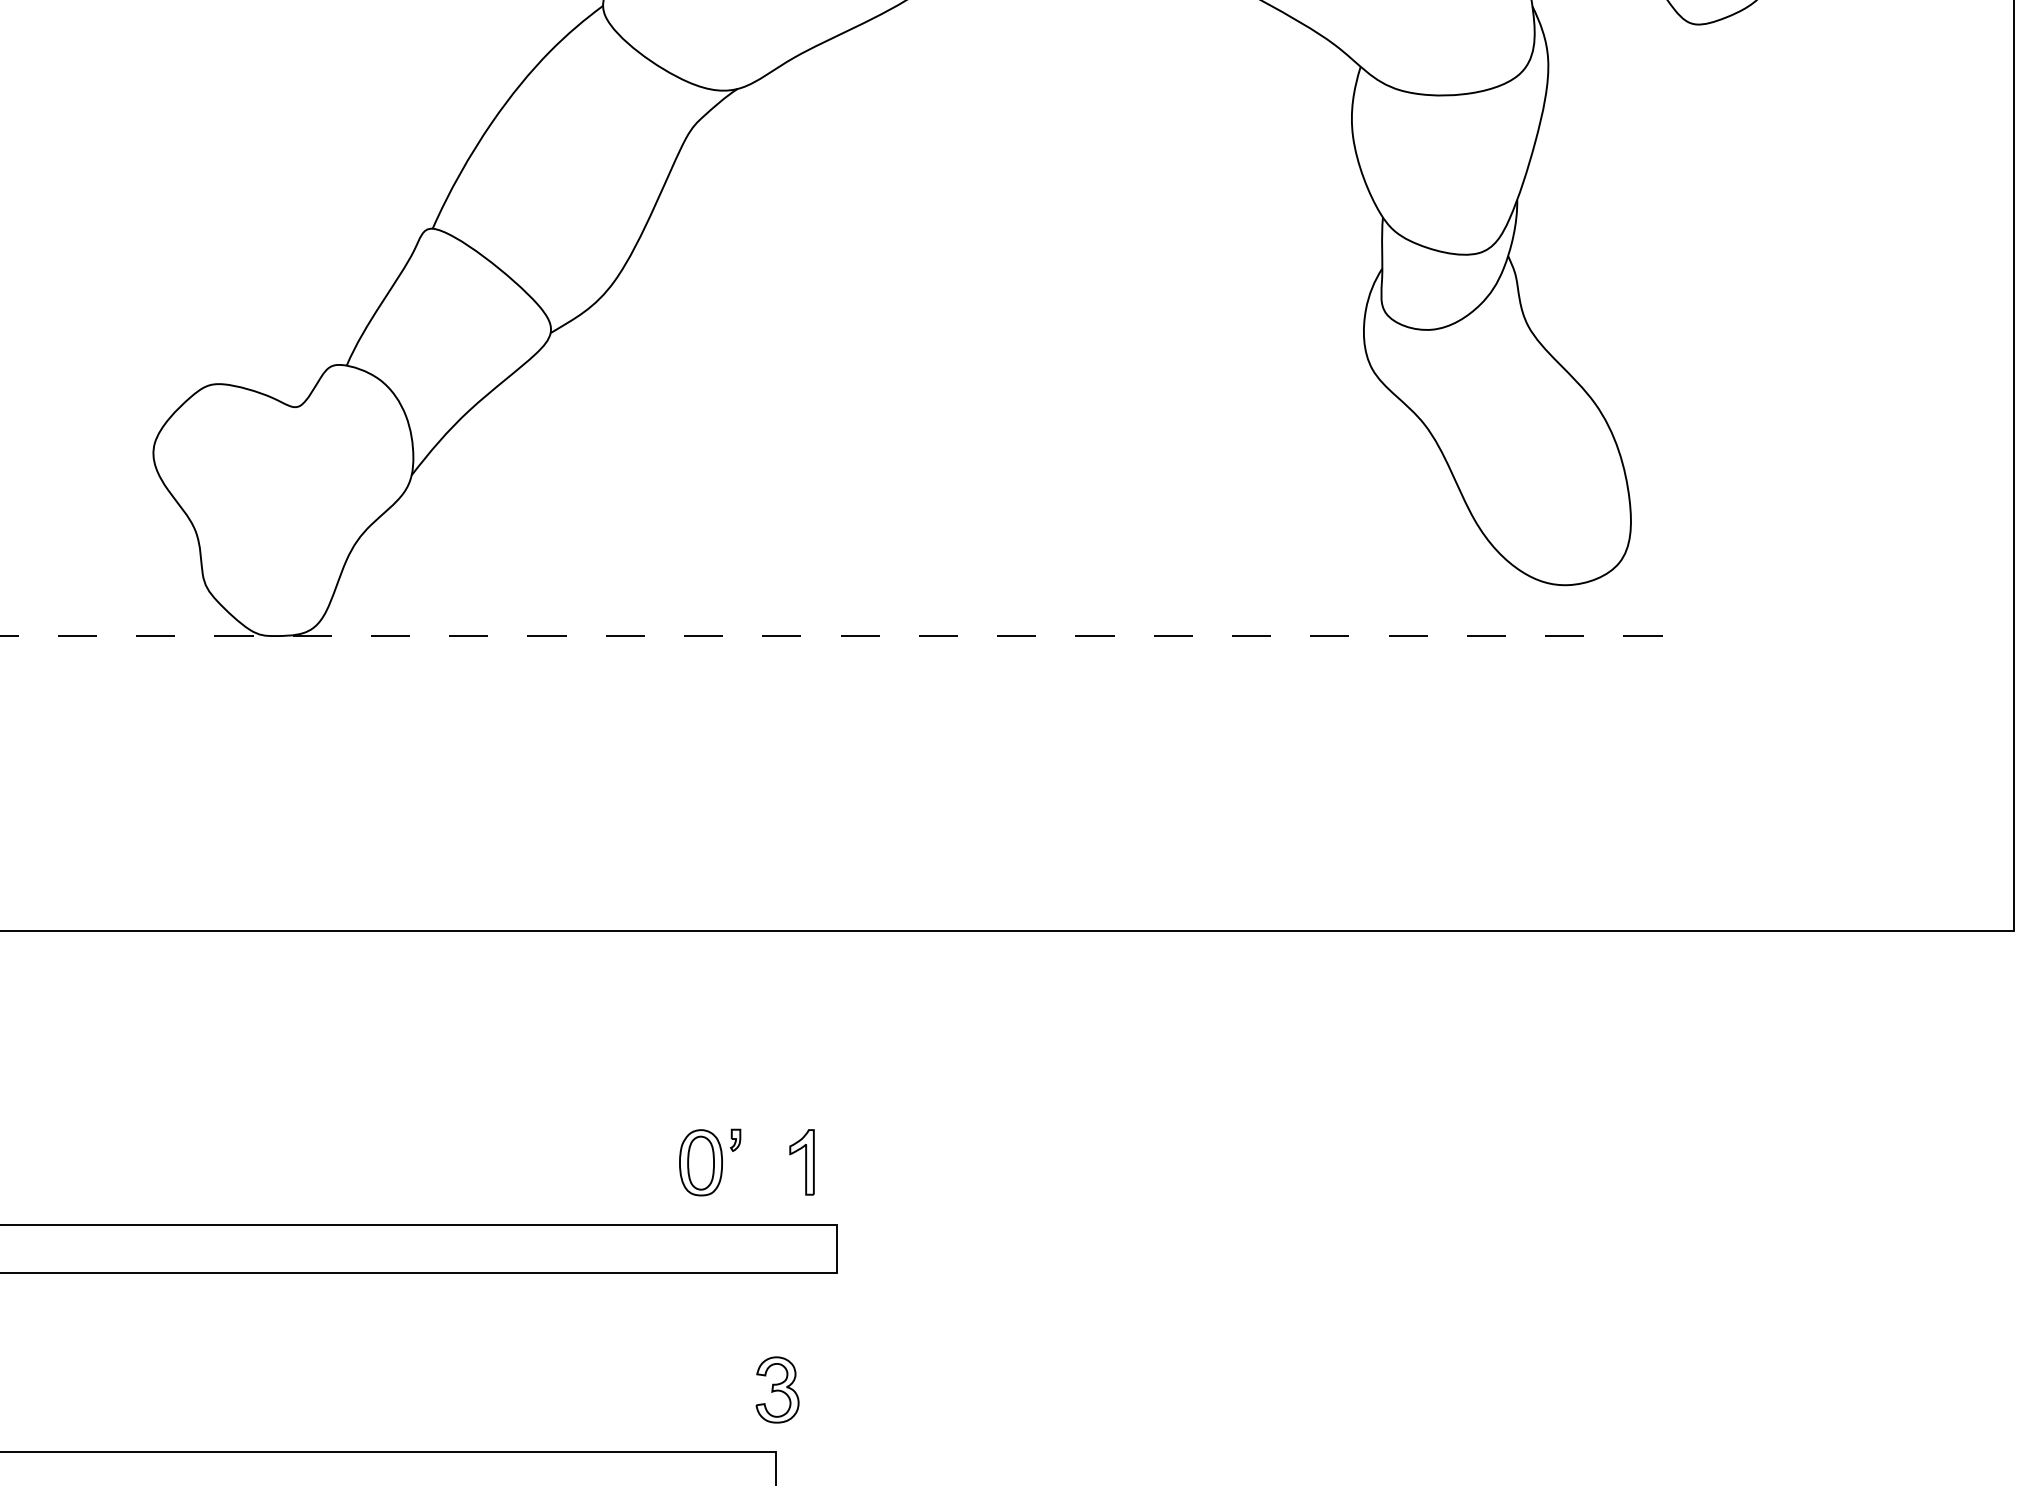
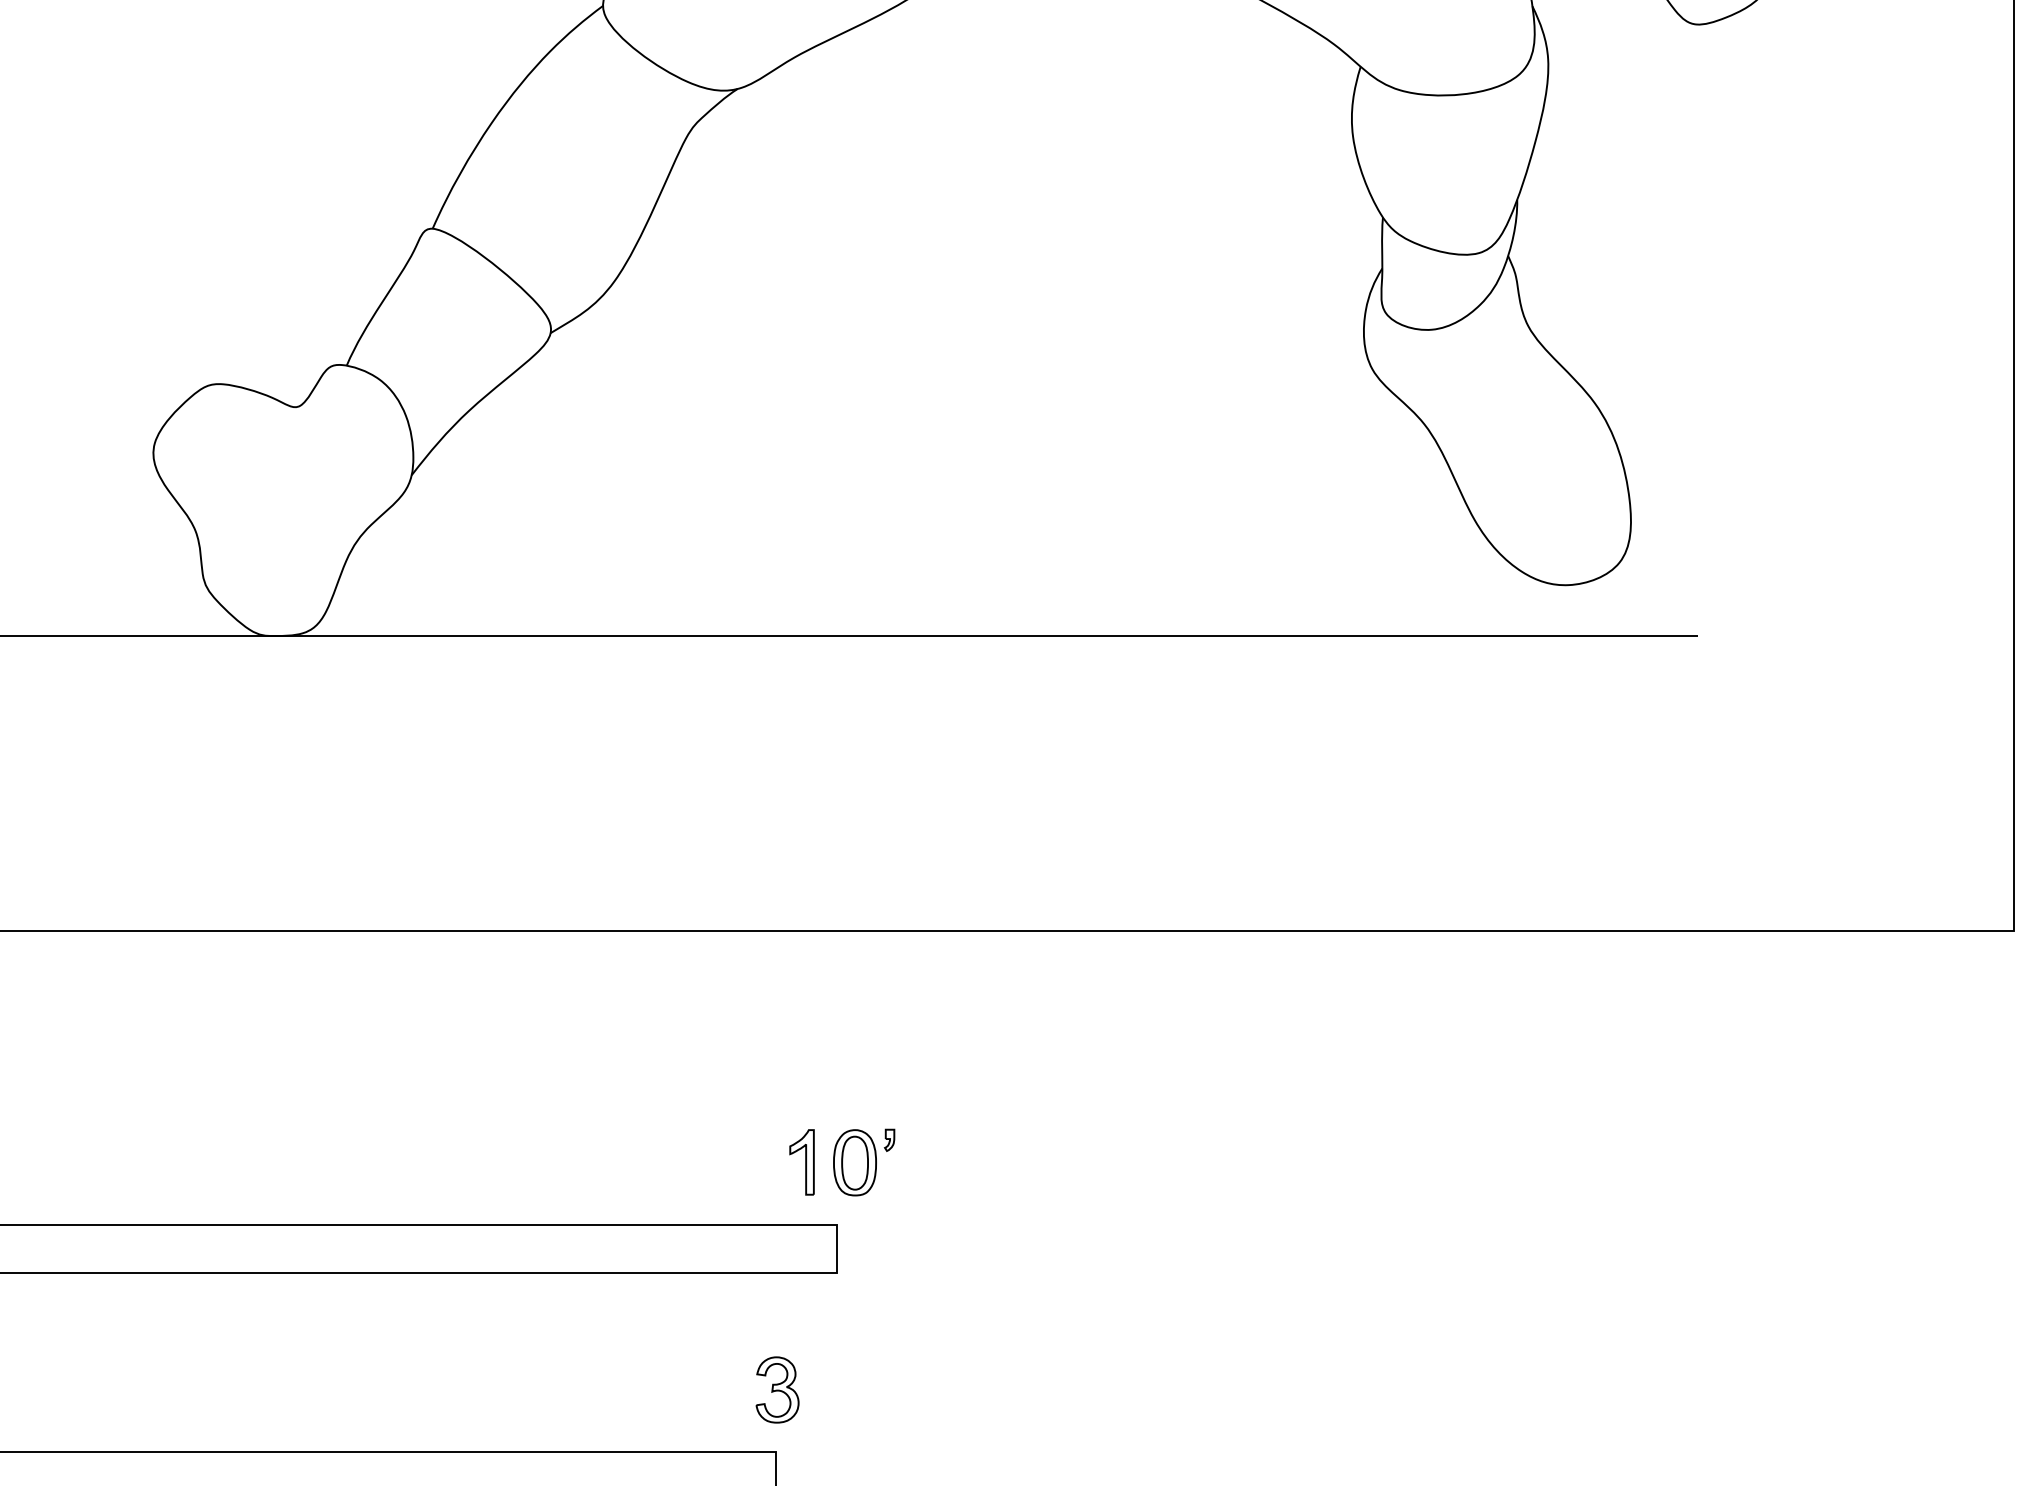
line at (849, 636): dashed -> solid
part at (710, 1162) position: (710, 1162) -> (864, 1162)
